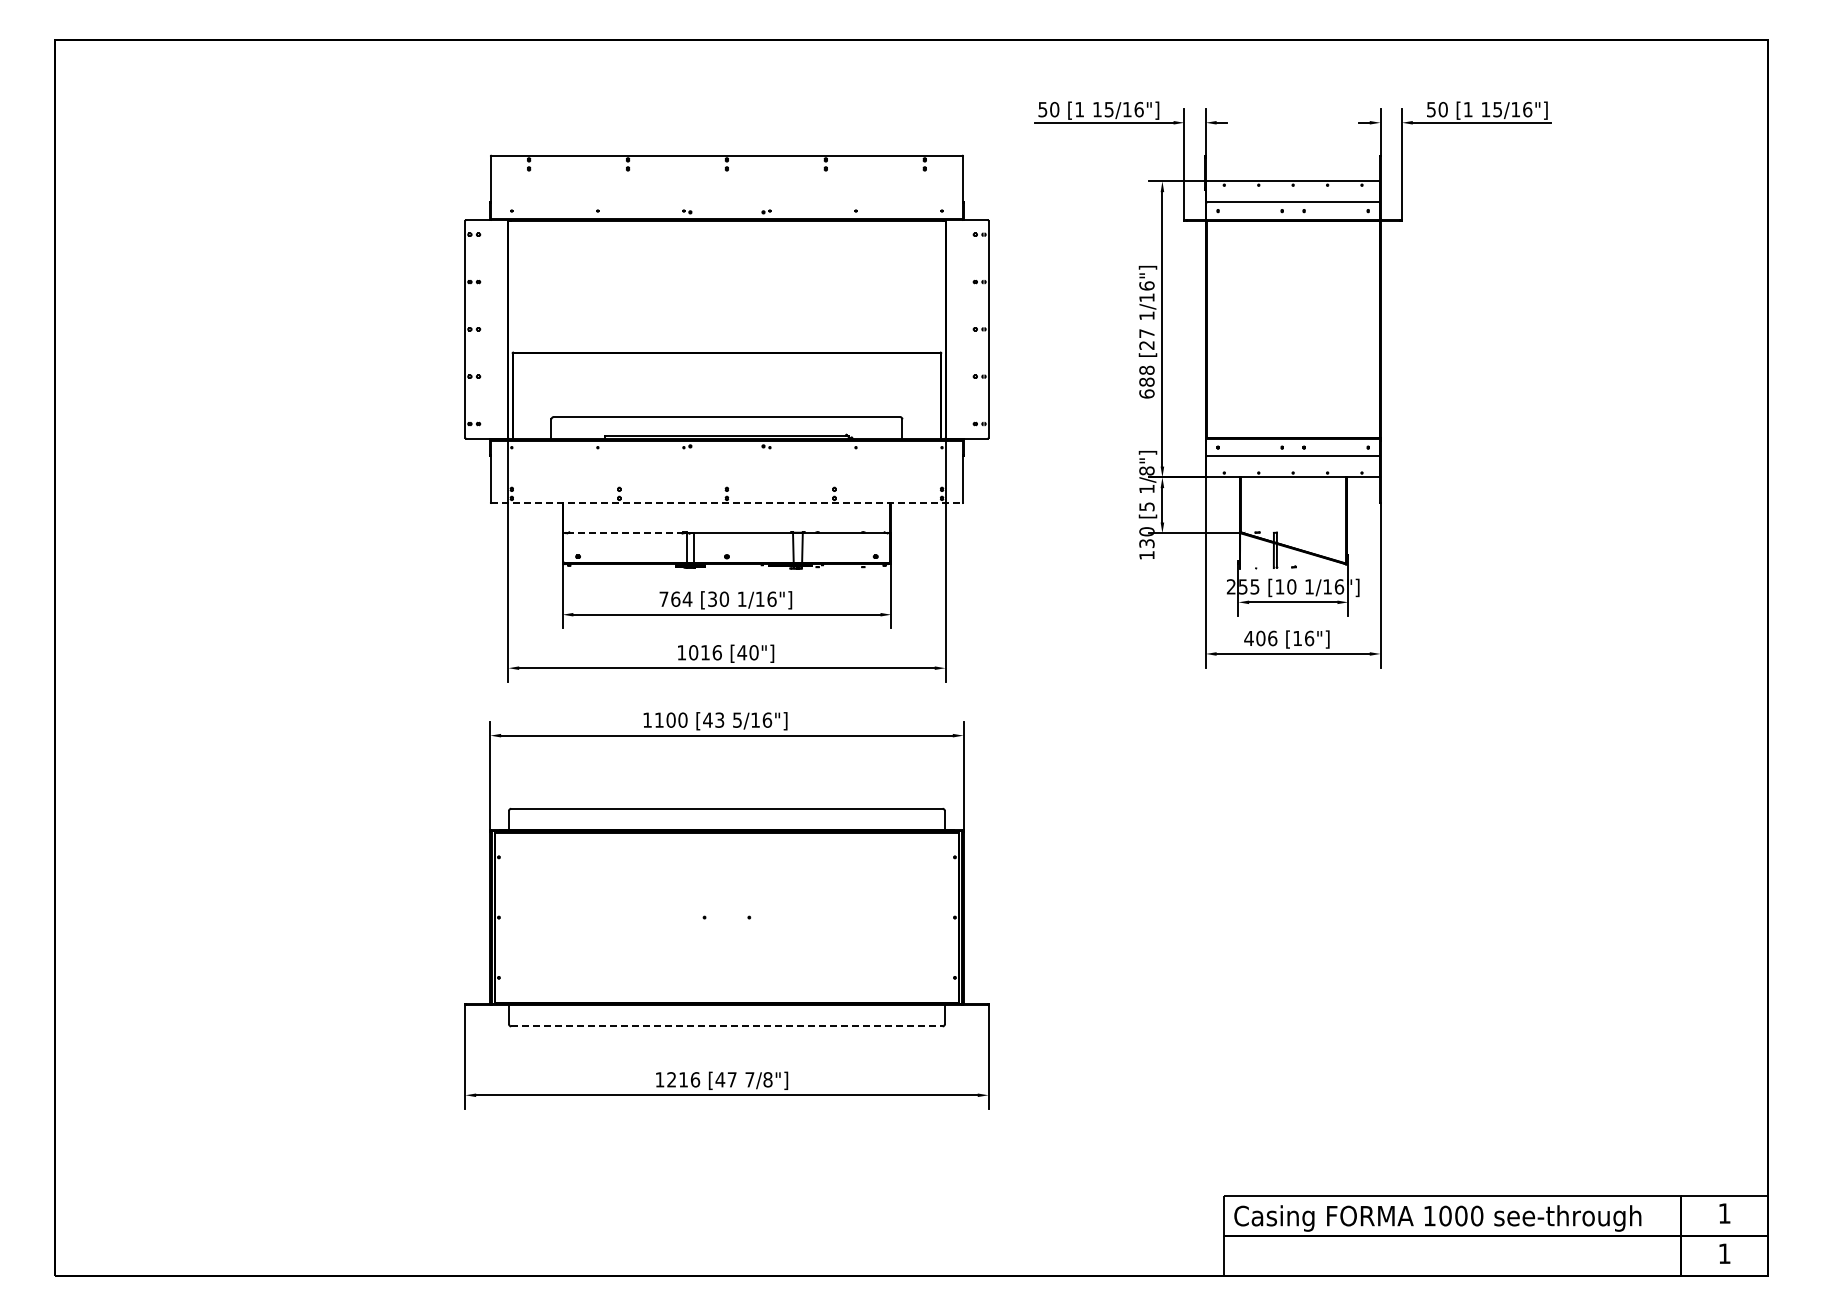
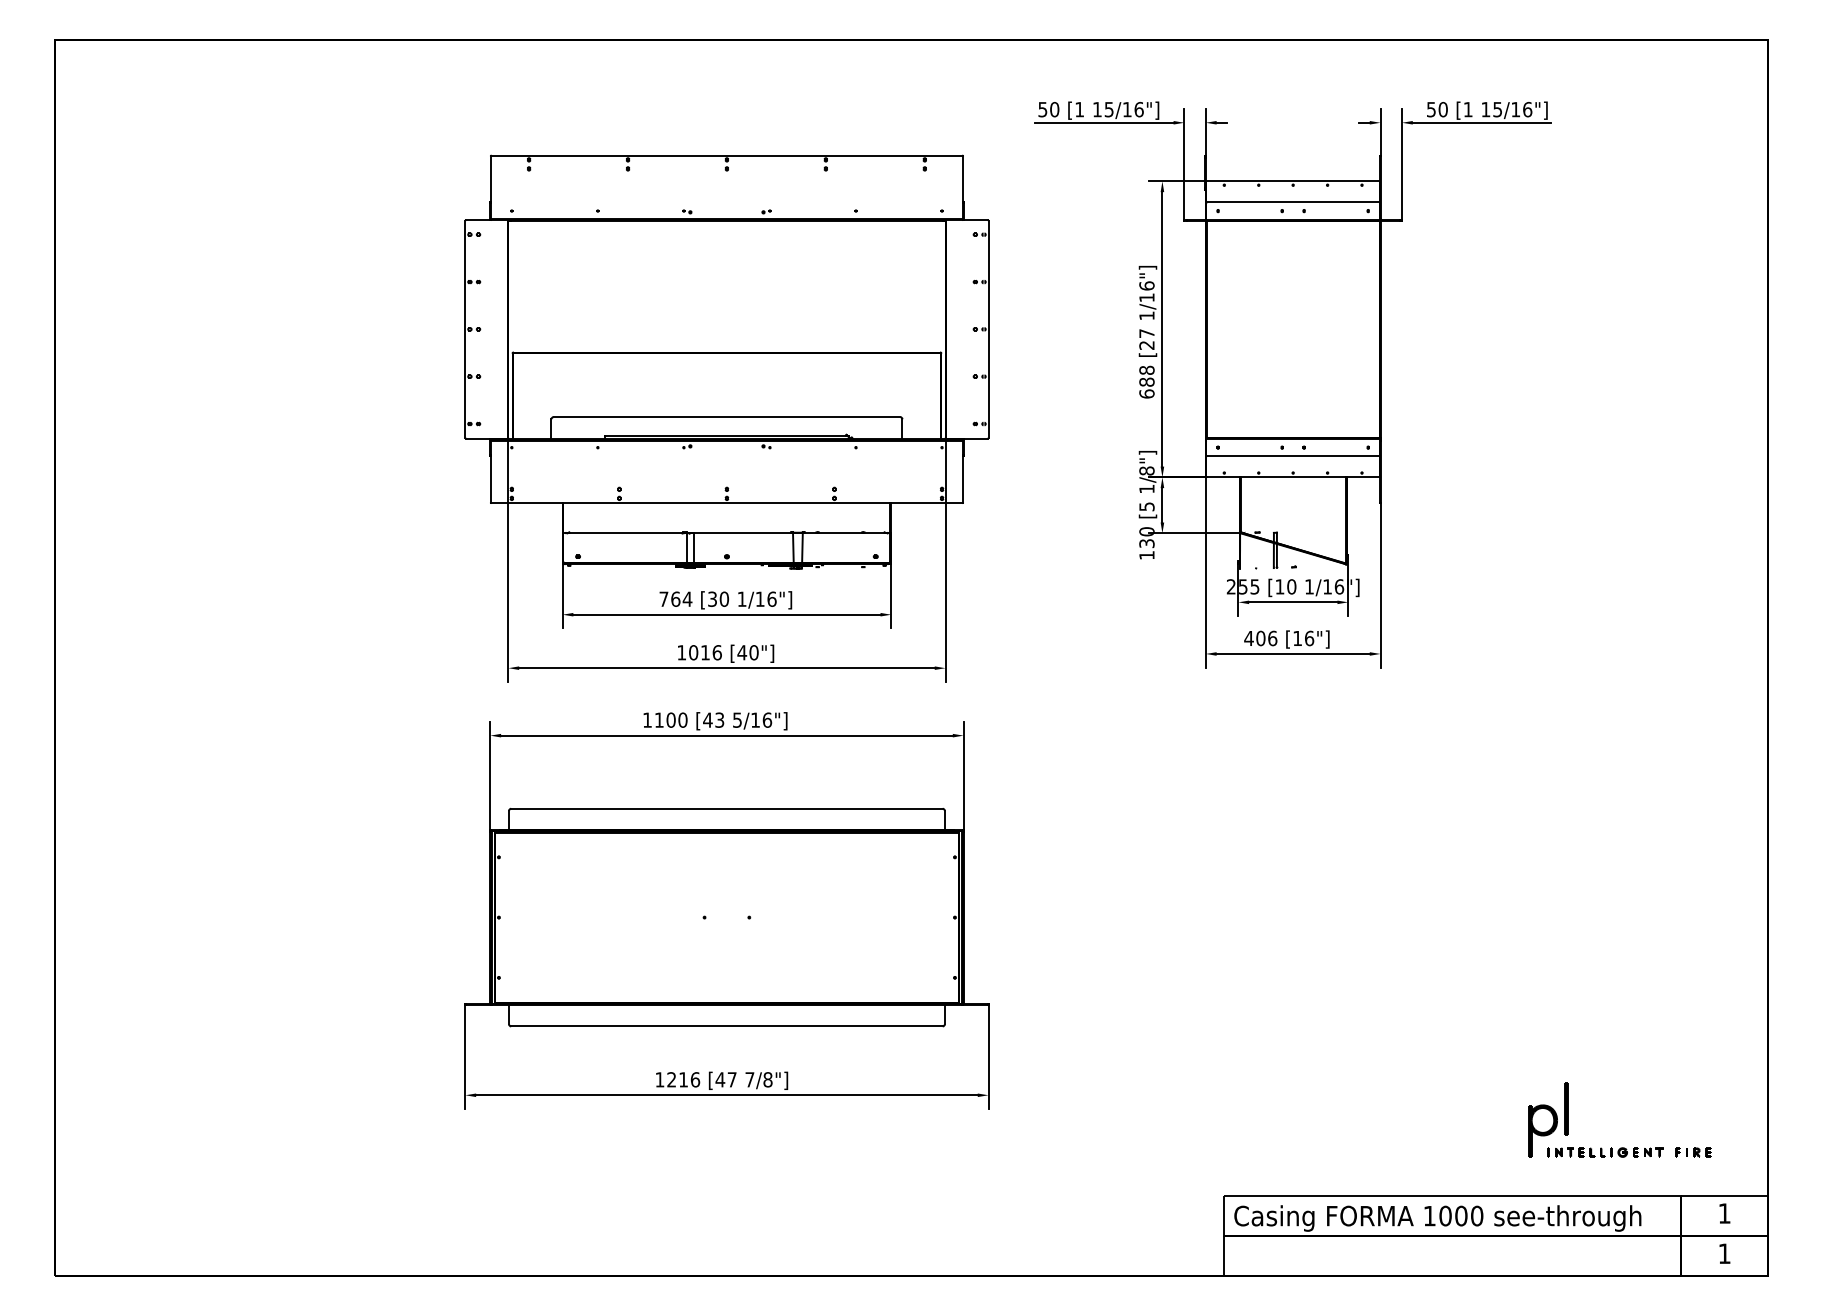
line at (726, 503): dashed -> solid
line at (624, 533): dashed -> solid
line at (726, 1026): dashed -> solid
part at (1620, 1147): none -> present
